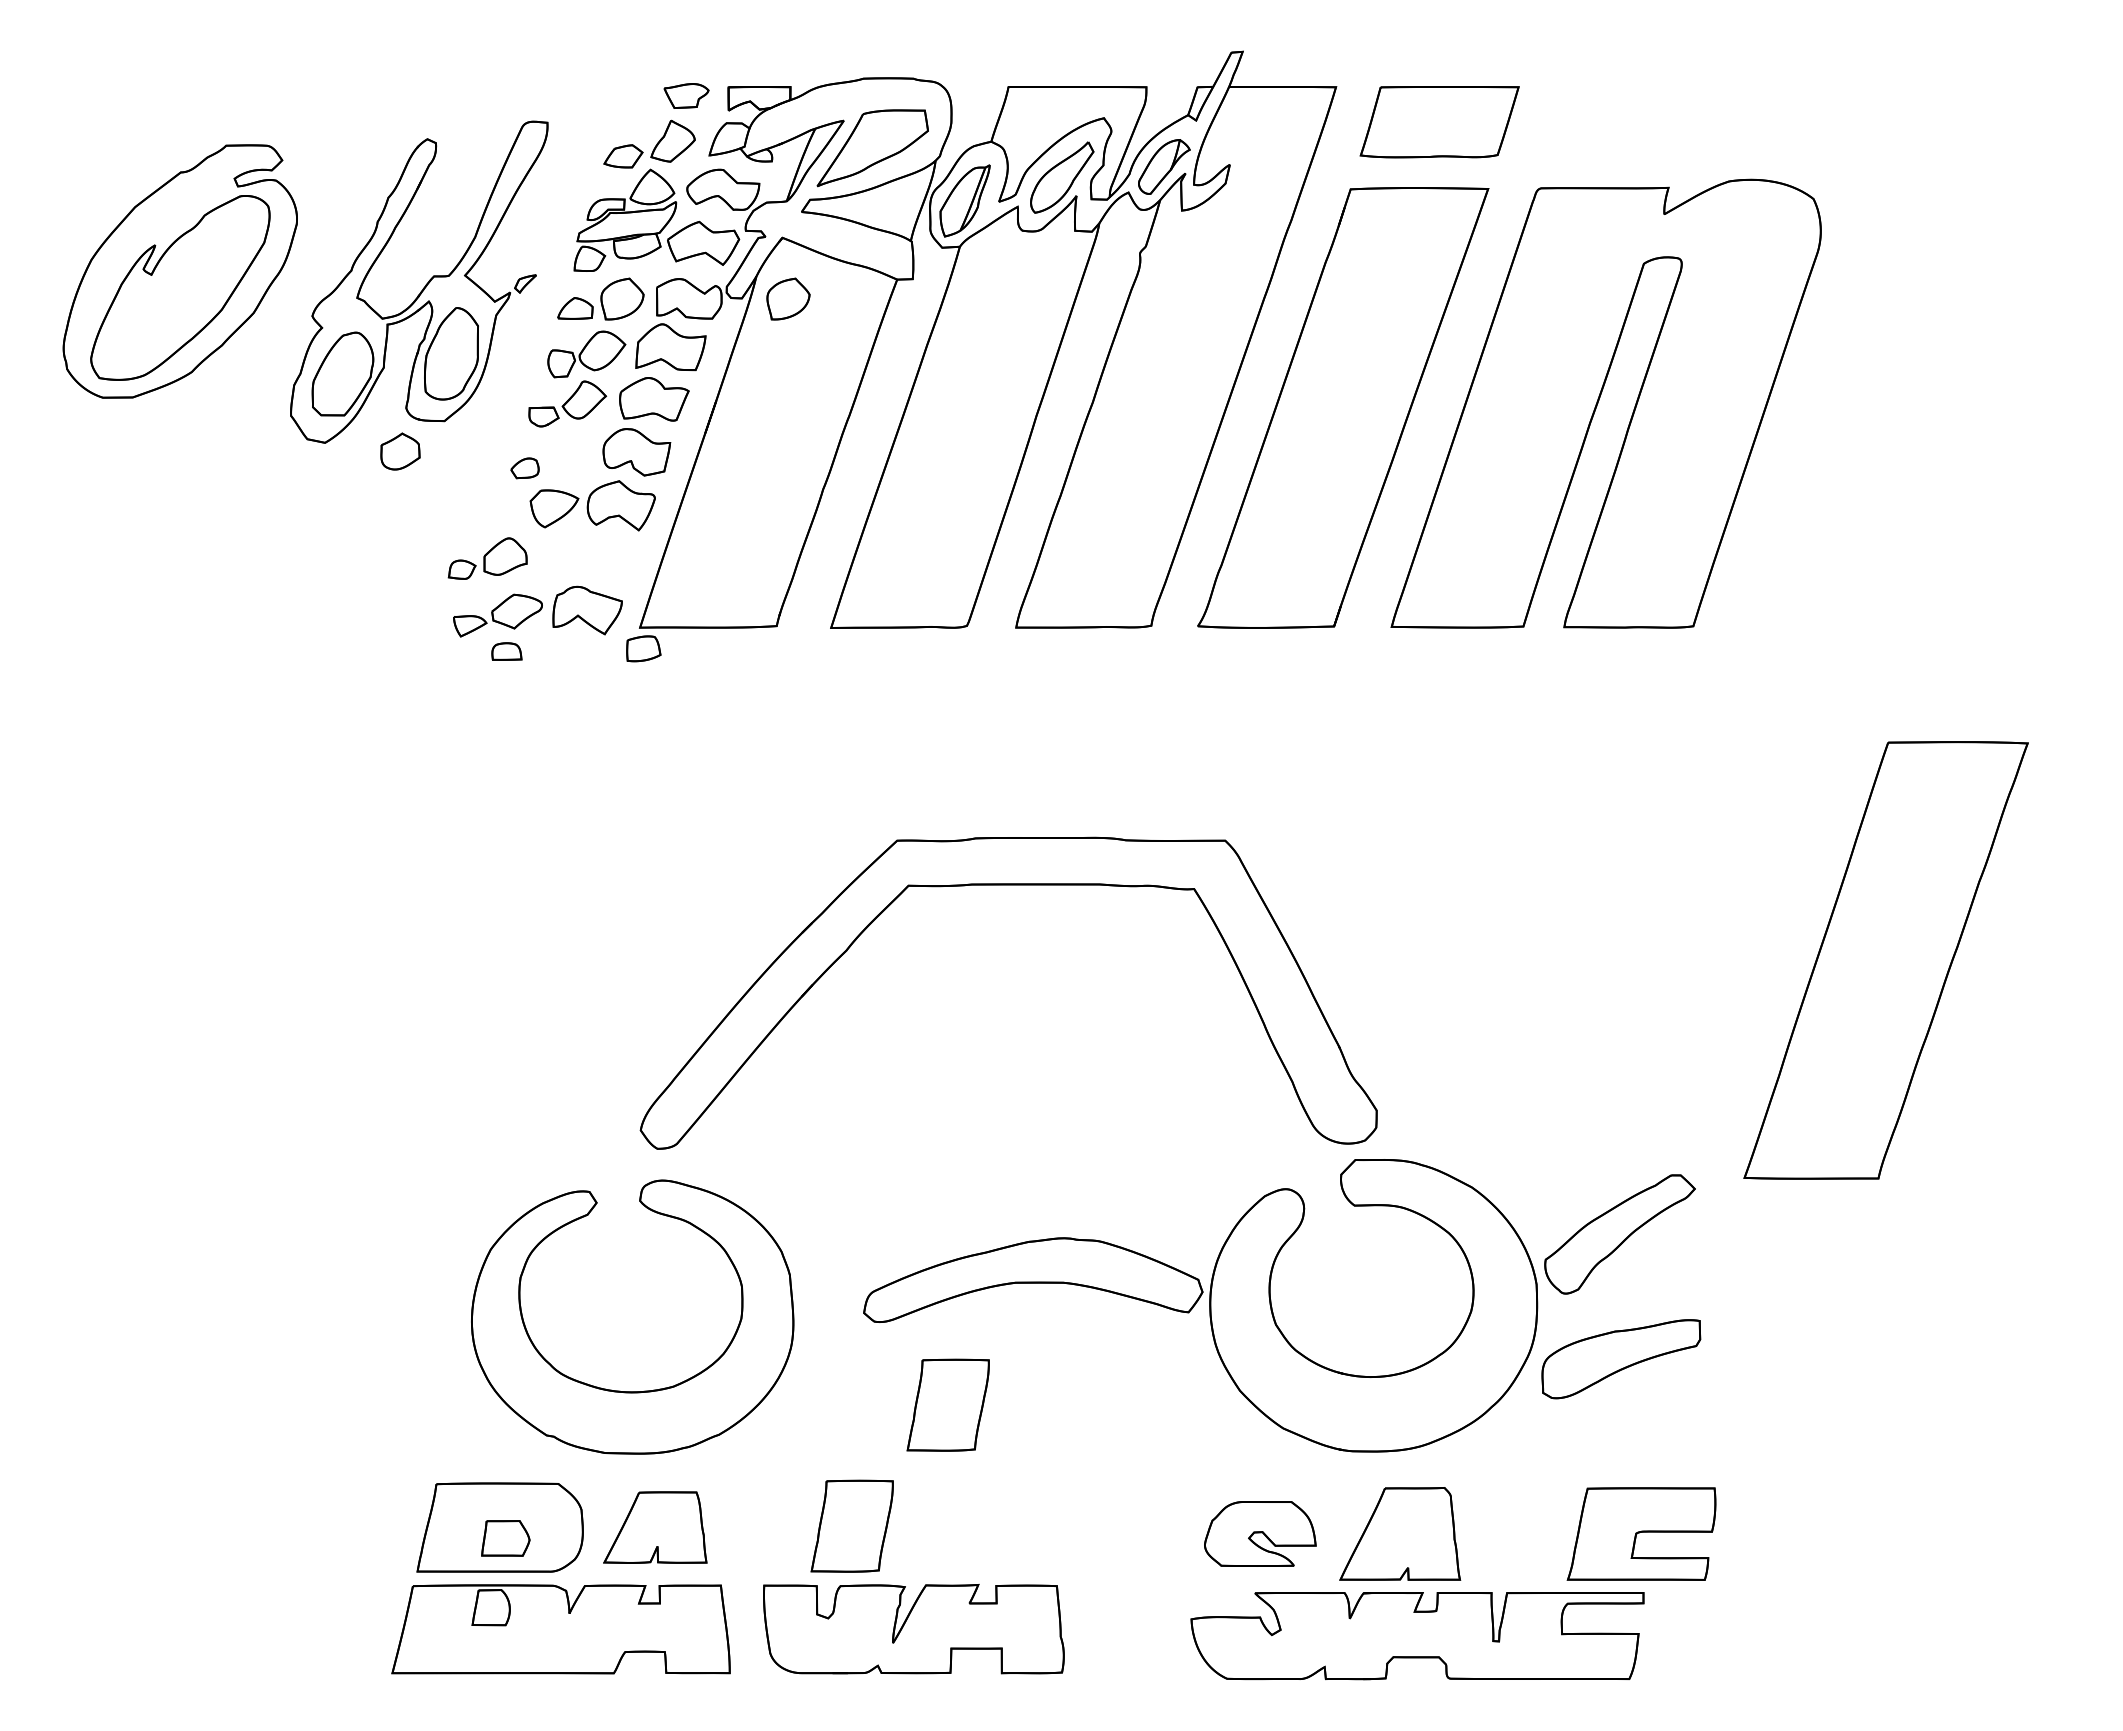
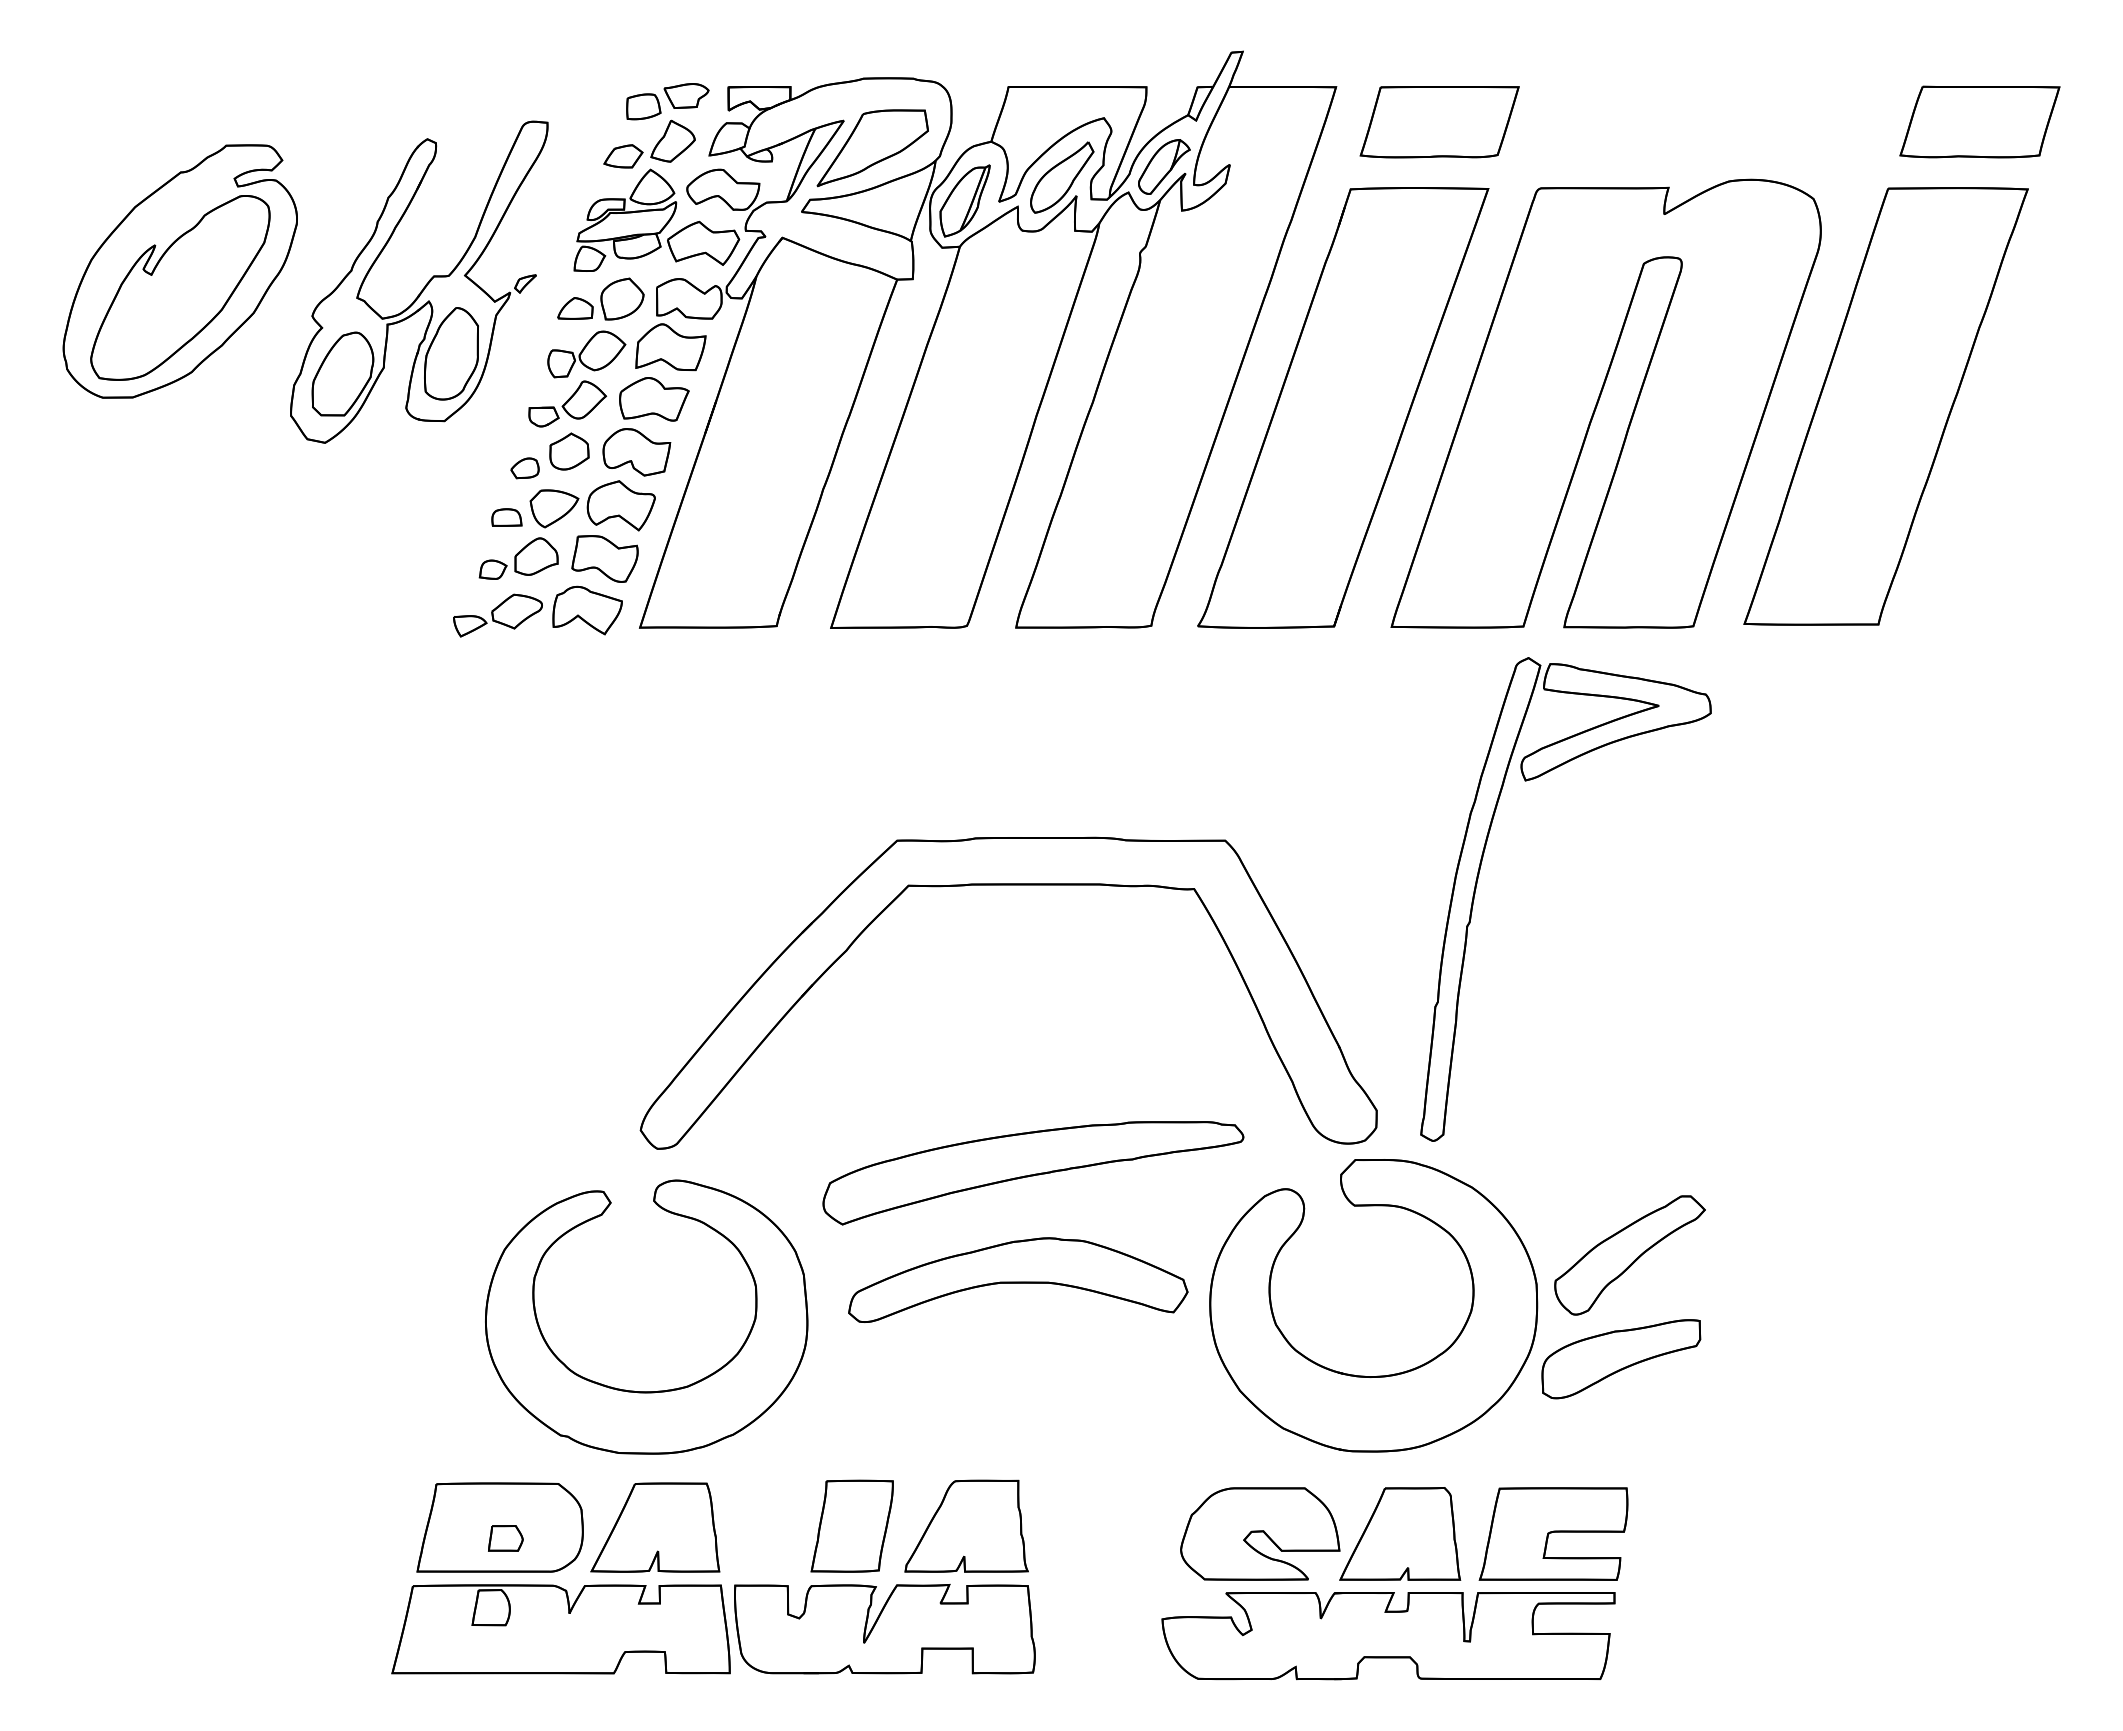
part at (1979, 121): none -> present
part at (788, 298): present -> none
part at (400, 451) position: (400, 451) -> (569, 451)
part at (487, 558) position: (487, 558) -> (518, 558)
part at (604, 558): none -> present
part at (643, 648) position: (643, 648) -> (643, 106)
part at (506, 651) position: (506, 651) -> (506, 517)
part at (1478, 879): none -> present
part at (1885, 960) position: (1885, 960) -> (1885, 406)
part at (1033, 1173): none -> present
part at (1619, 1234) position: (1619, 1234) -> (1629, 1255)
part at (1033, 1279) position: (1033, 1279) -> (1018, 1279)
part at (620, 1390) position: (620, 1390) -> (634, 1390)
part at (947, 1404): present -> none
part at (966, 1525): none -> present
part at (655, 1527) size: 105x73 px -> 131x91 px
part at (1260, 1533) size: 113x66 px -> 161x94 px
part at (1641, 1533) position: (1641, 1533) -> (1553, 1533)
part at (505, 1538) size: 50x37 px -> 36x27 px
part at (913, 1629) position: (913, 1629) -> (884, 1629)
part at (1417, 1636) position: (1417, 1636) -> (1388, 1636)
